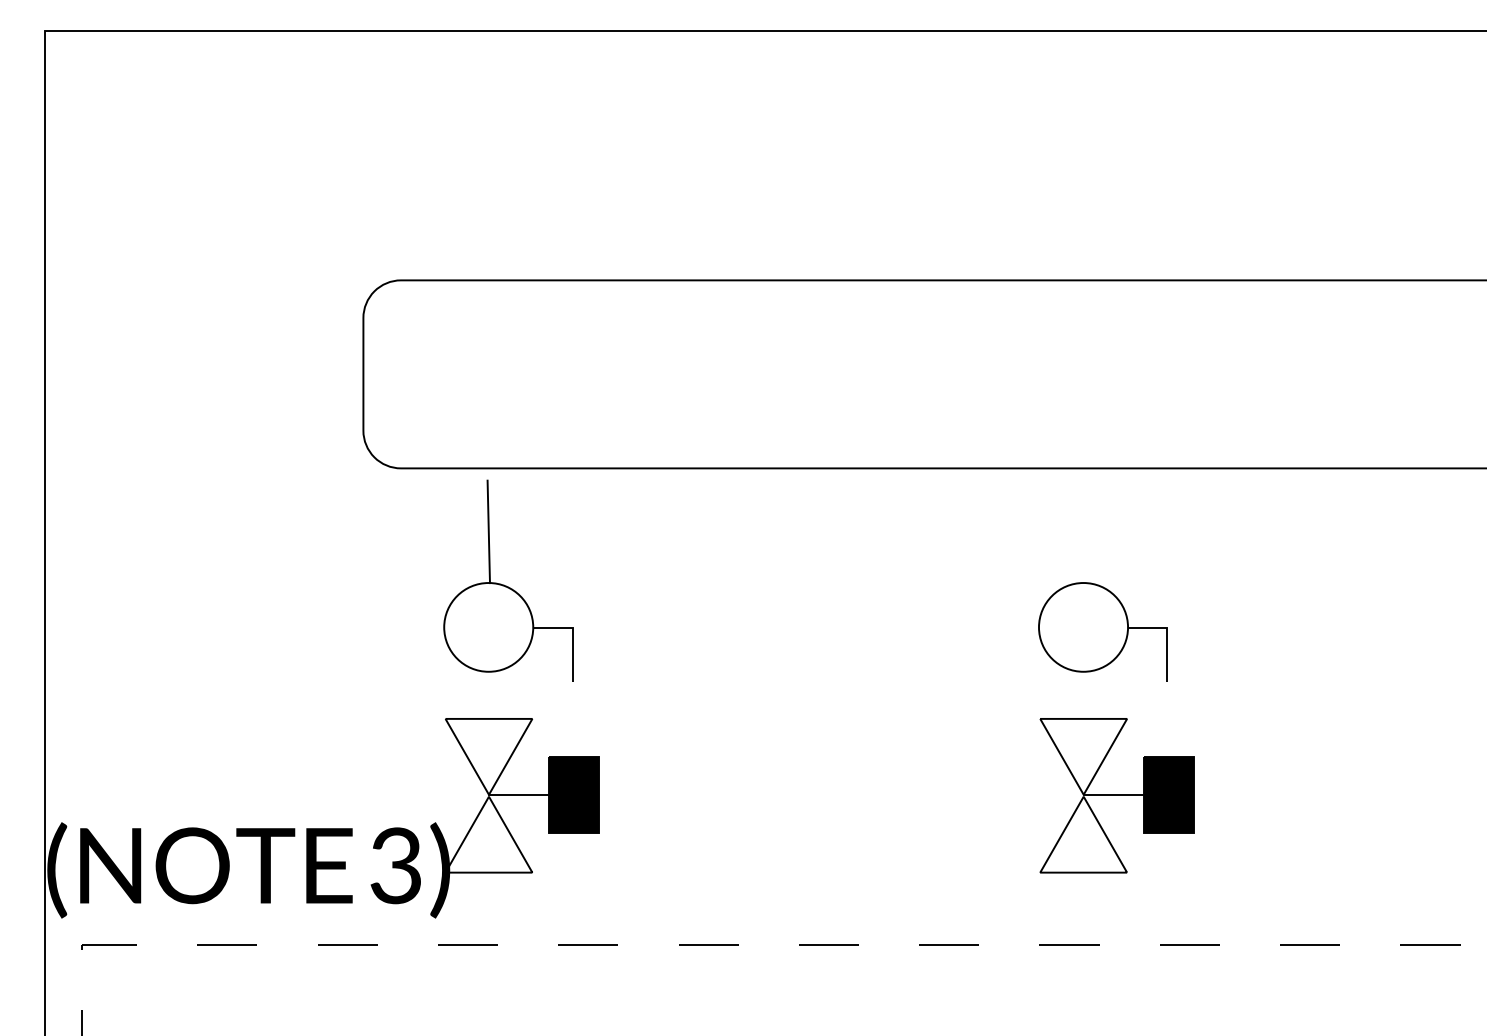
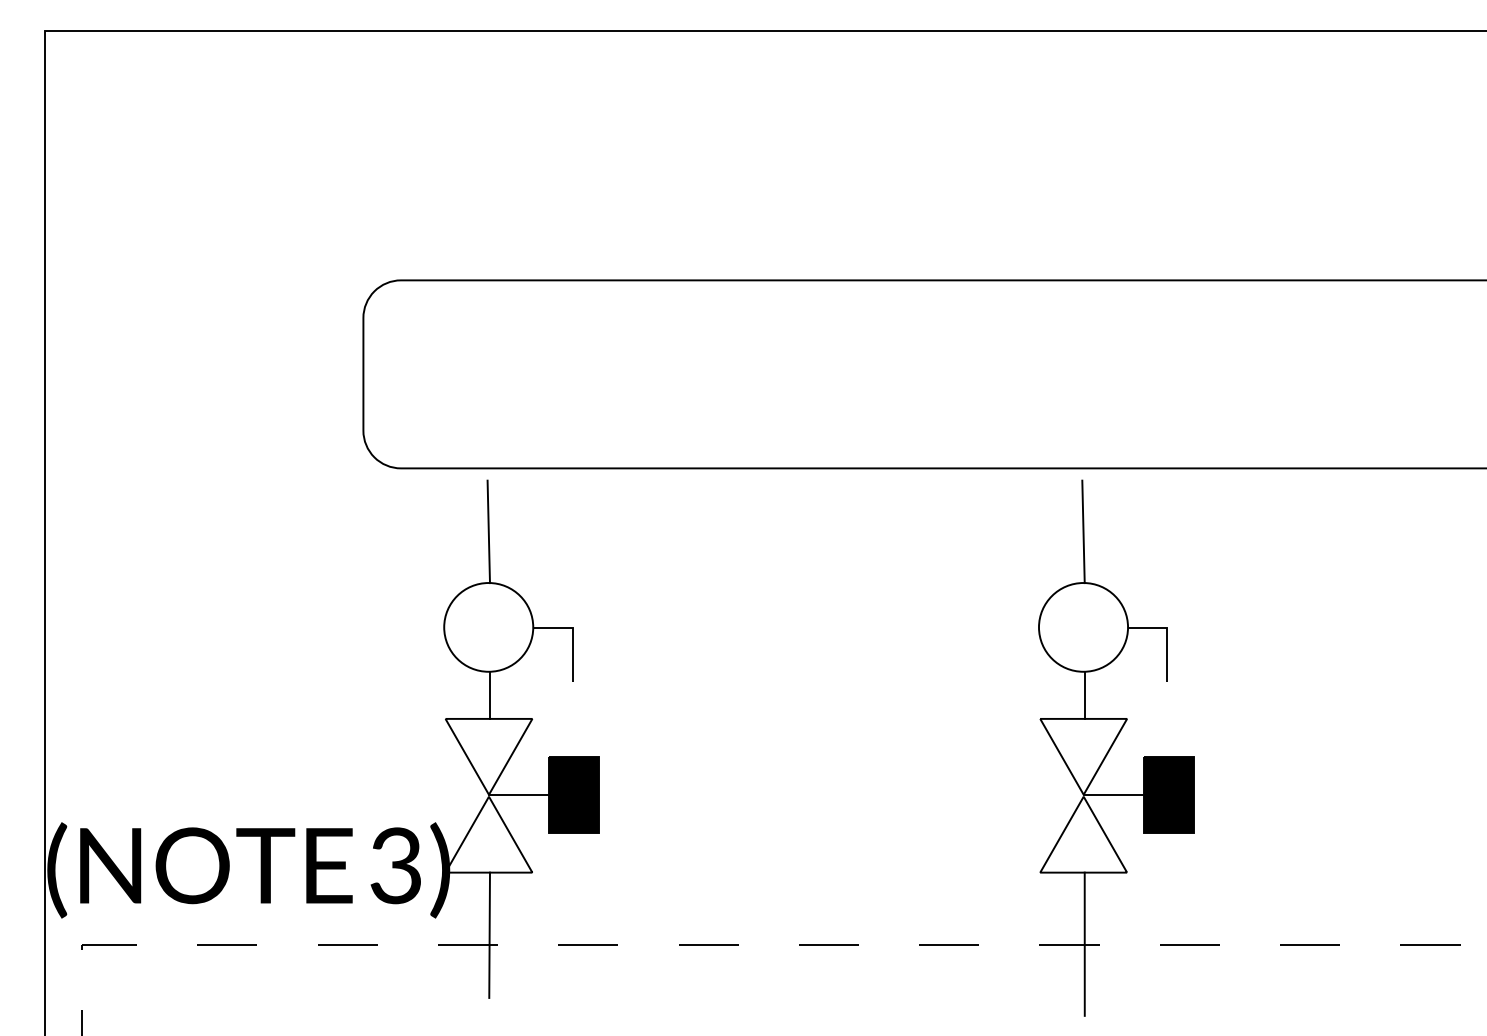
line at (1083, 531): none -> present
line at (490, 695): none -> present
line at (1084, 695): none -> present
line at (489, 934): none -> present
line at (1084, 943): none -> present
